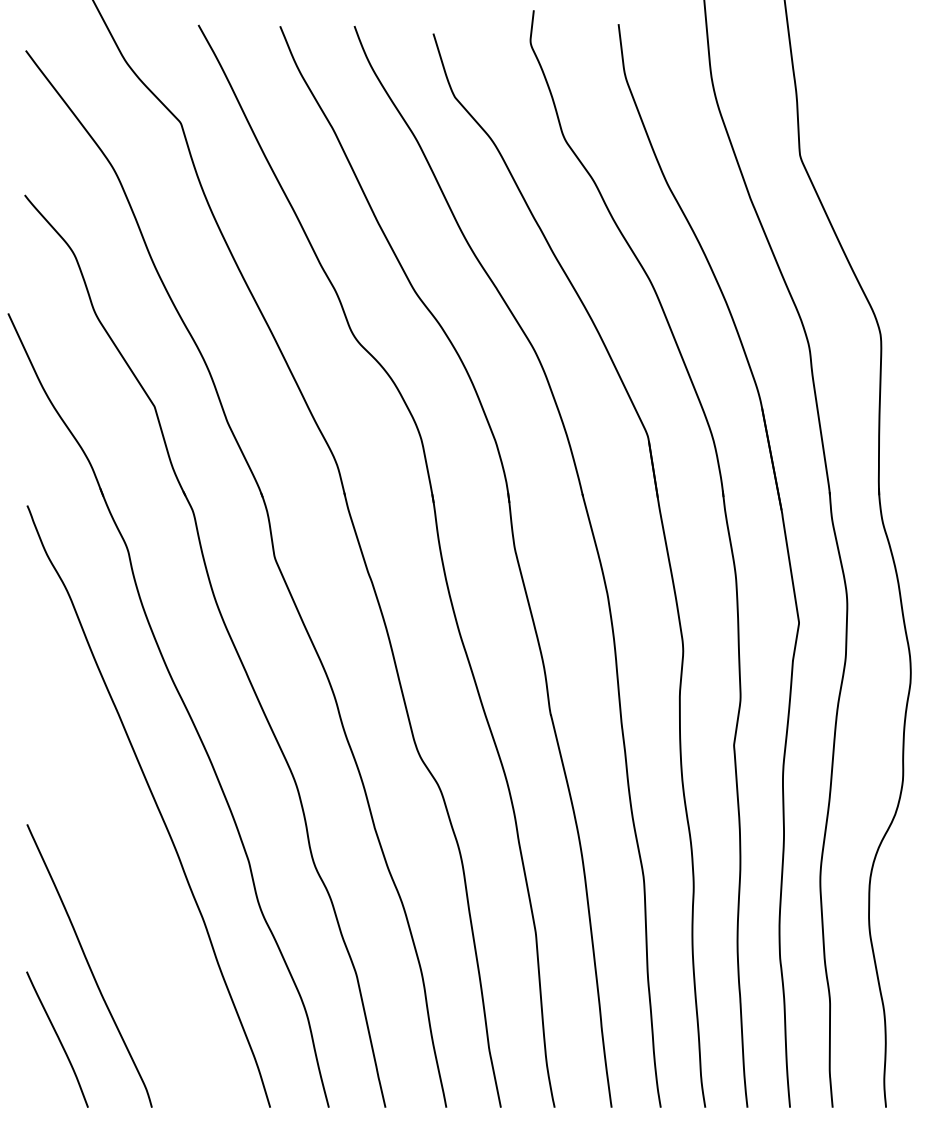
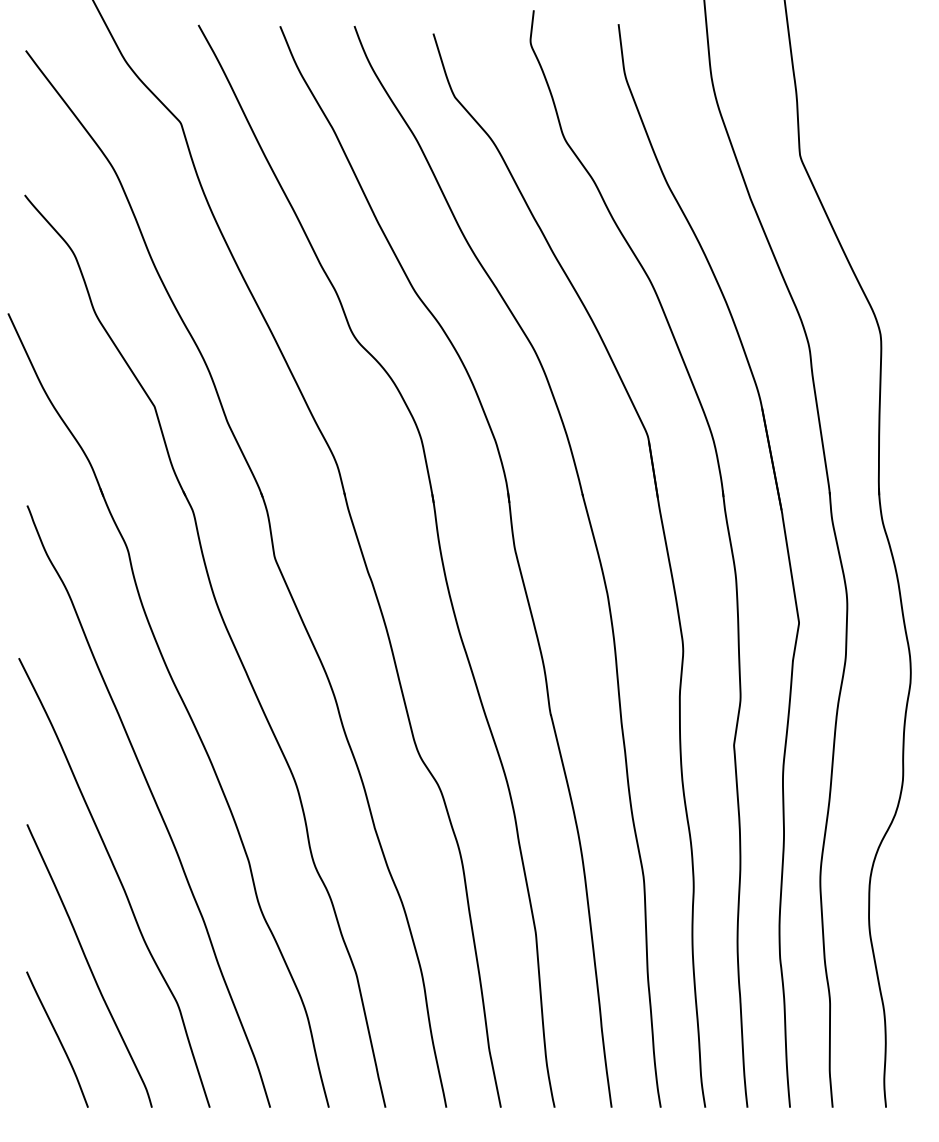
curve at (118, 879): none -> present
